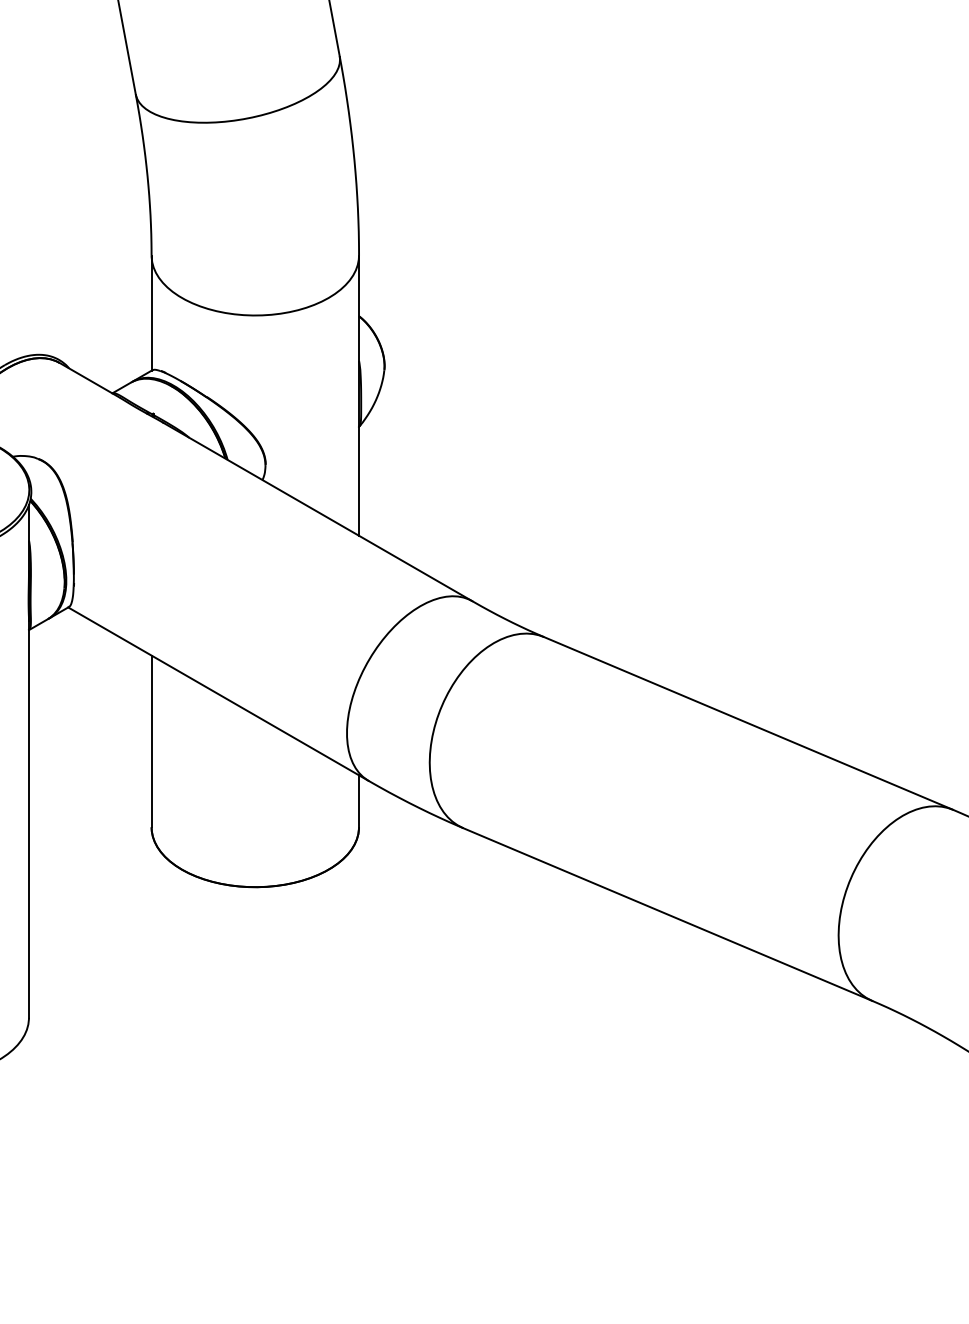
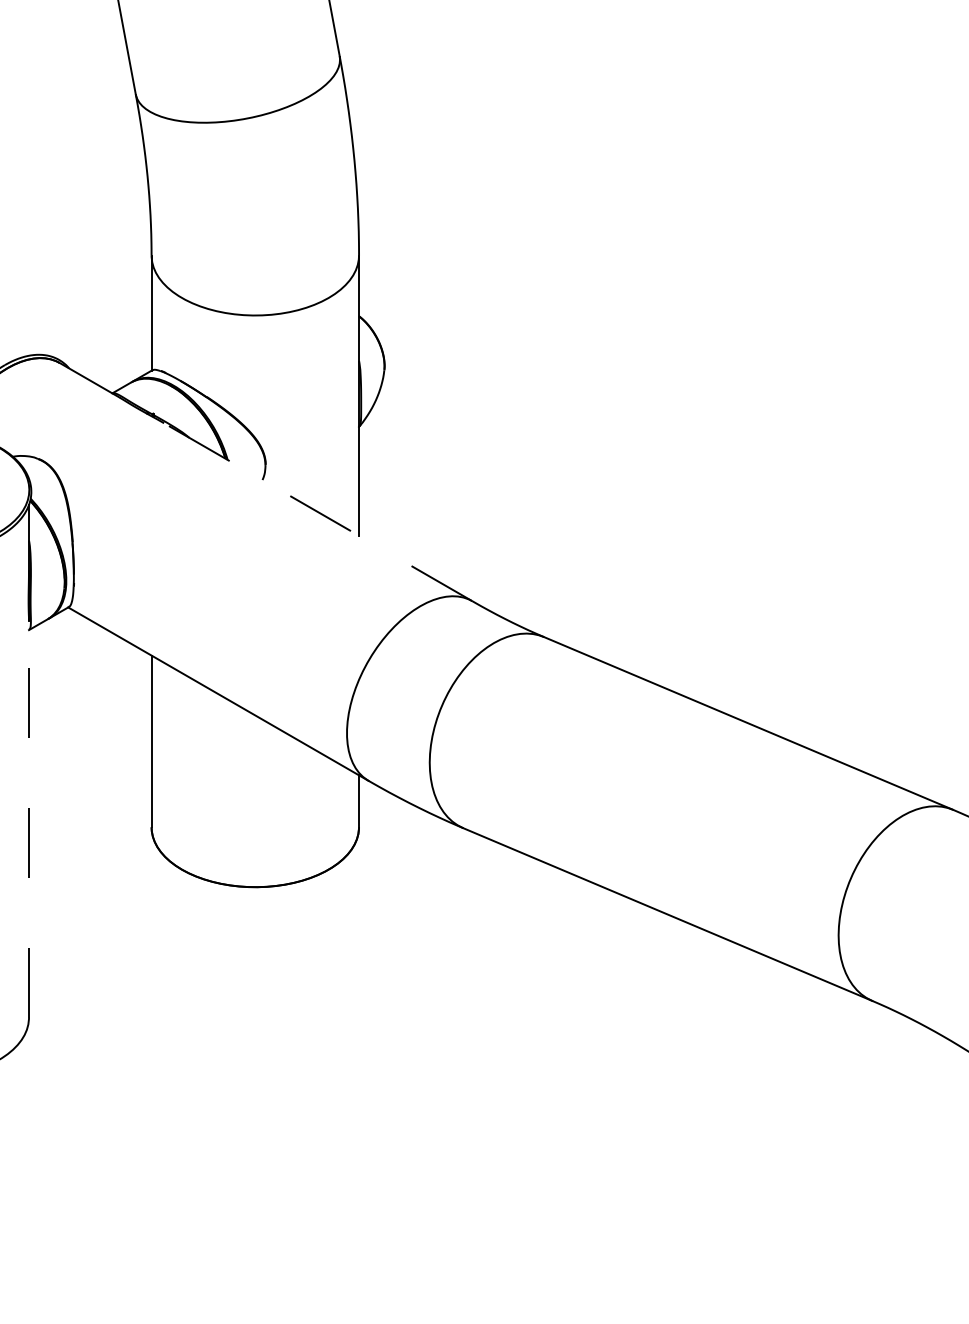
line at (317, 511): solid -> dashed
line at (29, 819): solid -> dashed
